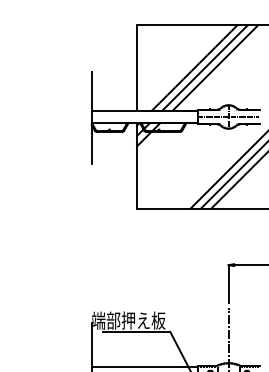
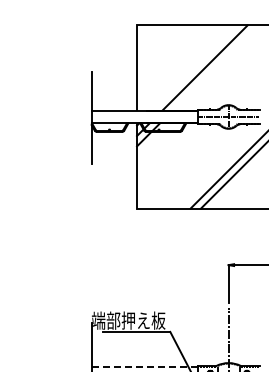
line at (194, 67): present -> none
line at (215, 67): present -> none
line at (238, 181): present -> none
line at (144, 367): solid -> dashed
